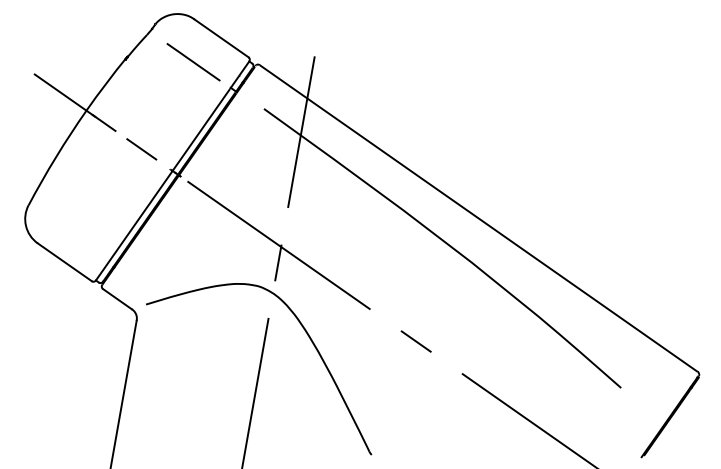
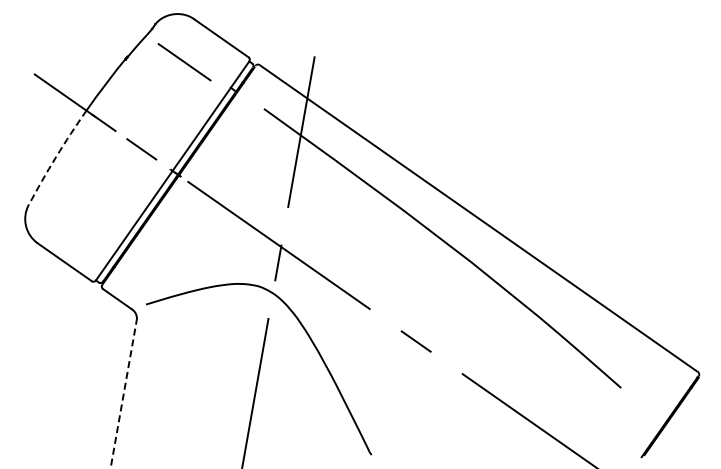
line at (193, 62) position: (193, 62) -> (184, 62)
arc at (56, 157): solid -> dashed
line at (123, 394): solid -> dashed
